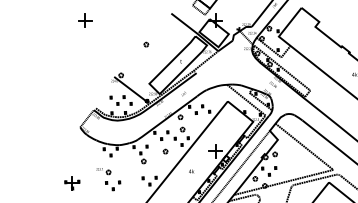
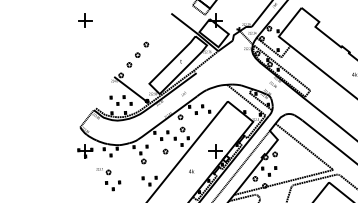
part at (133, 59): none -> present
part at (72, 183) position: (72, 183) -> (85, 151)
